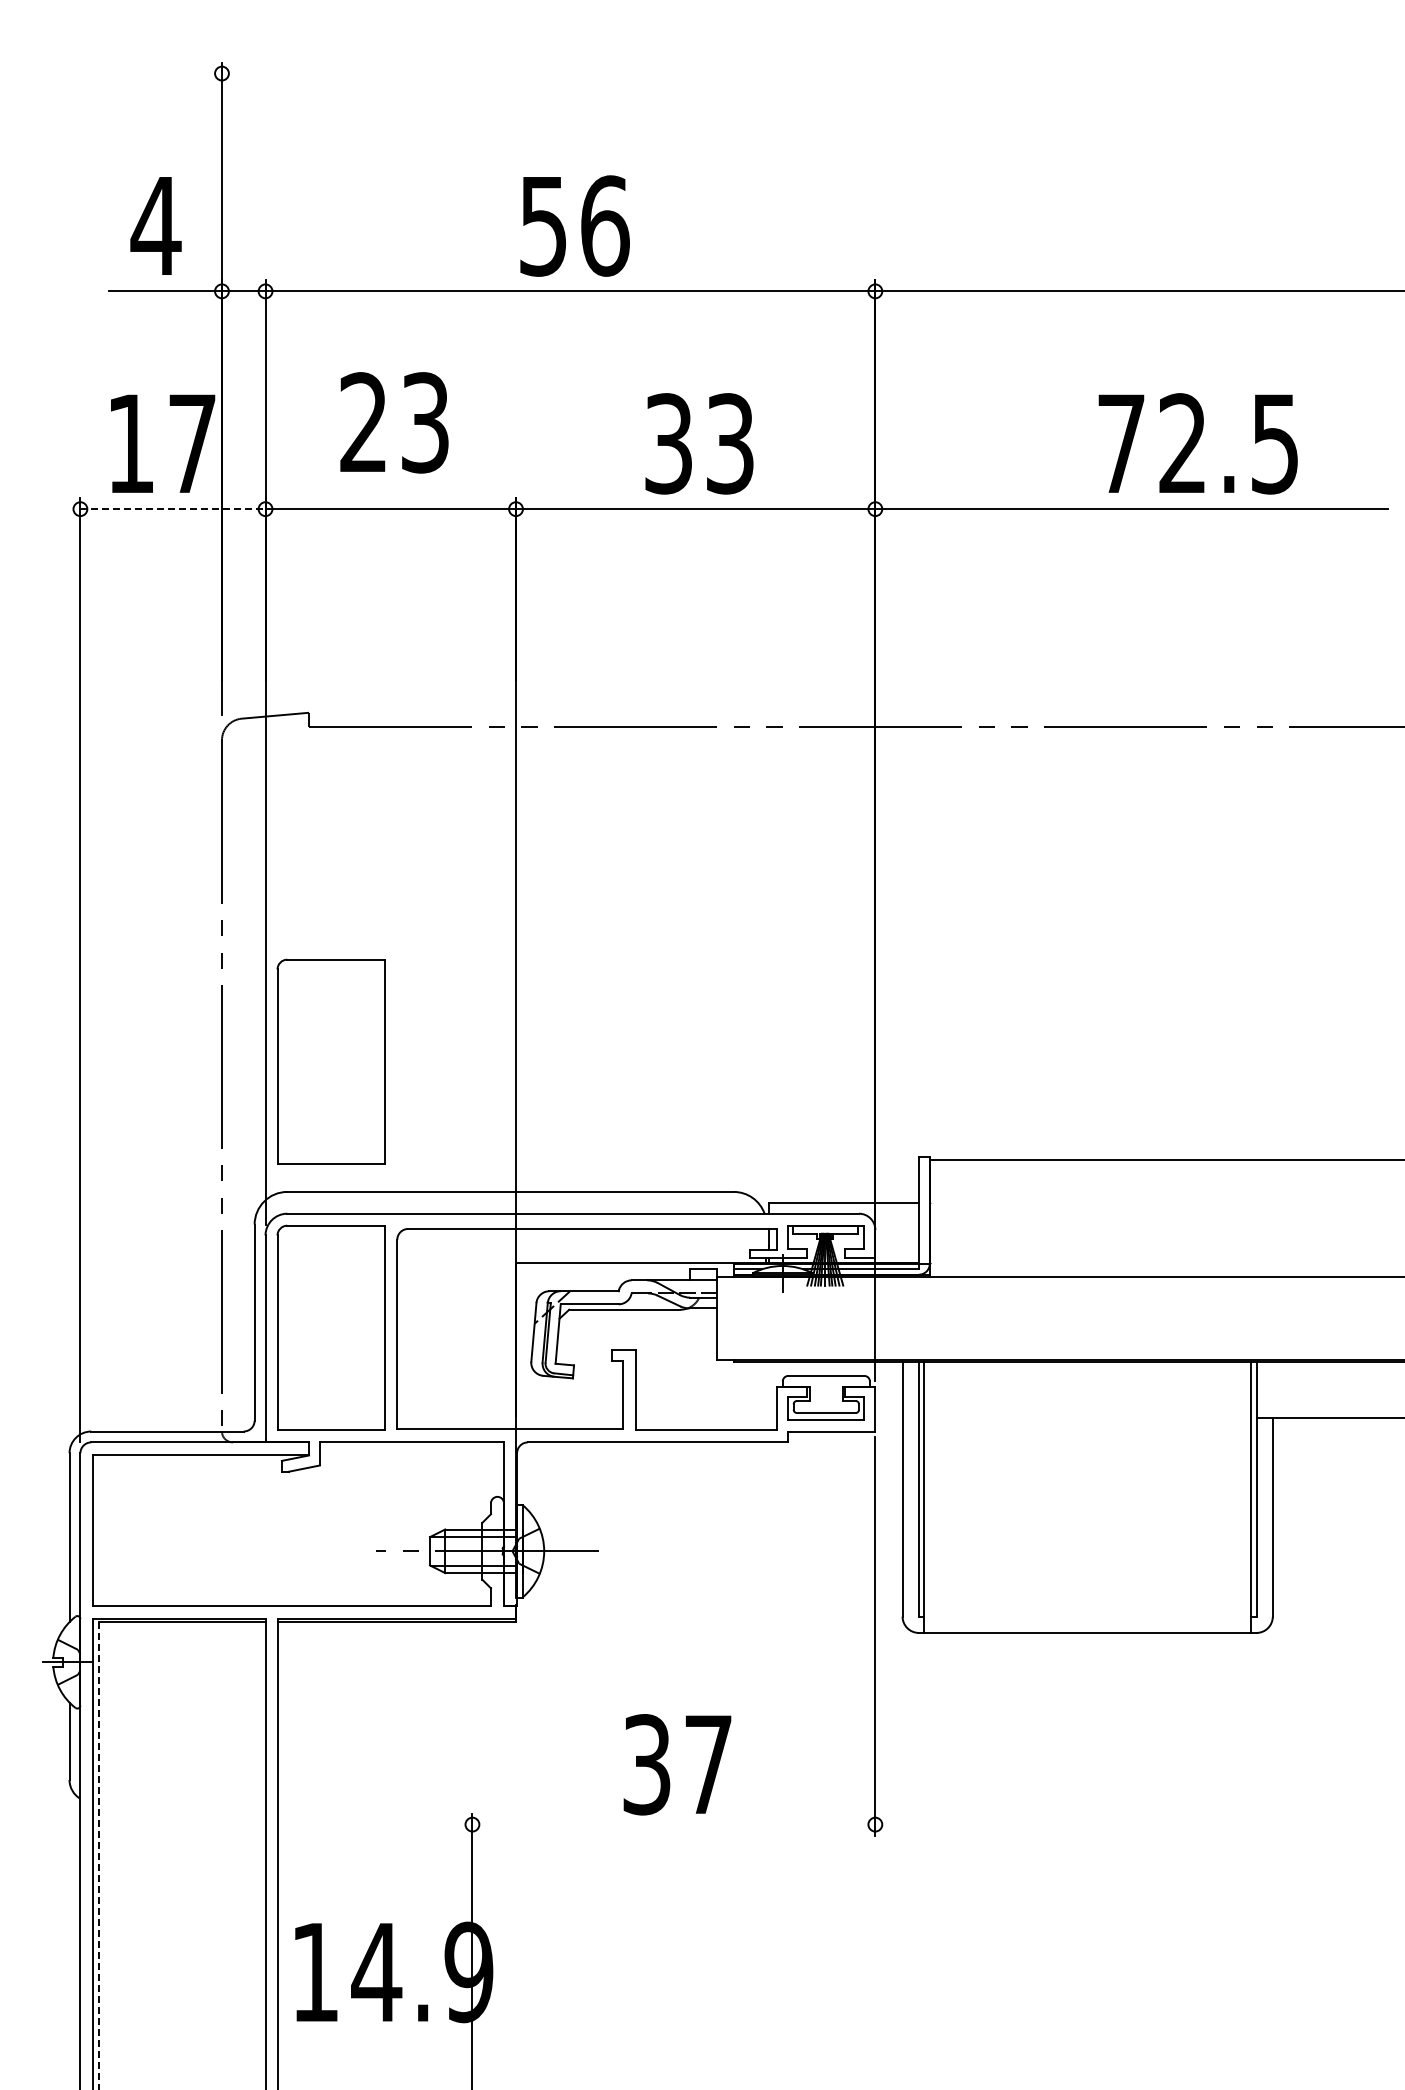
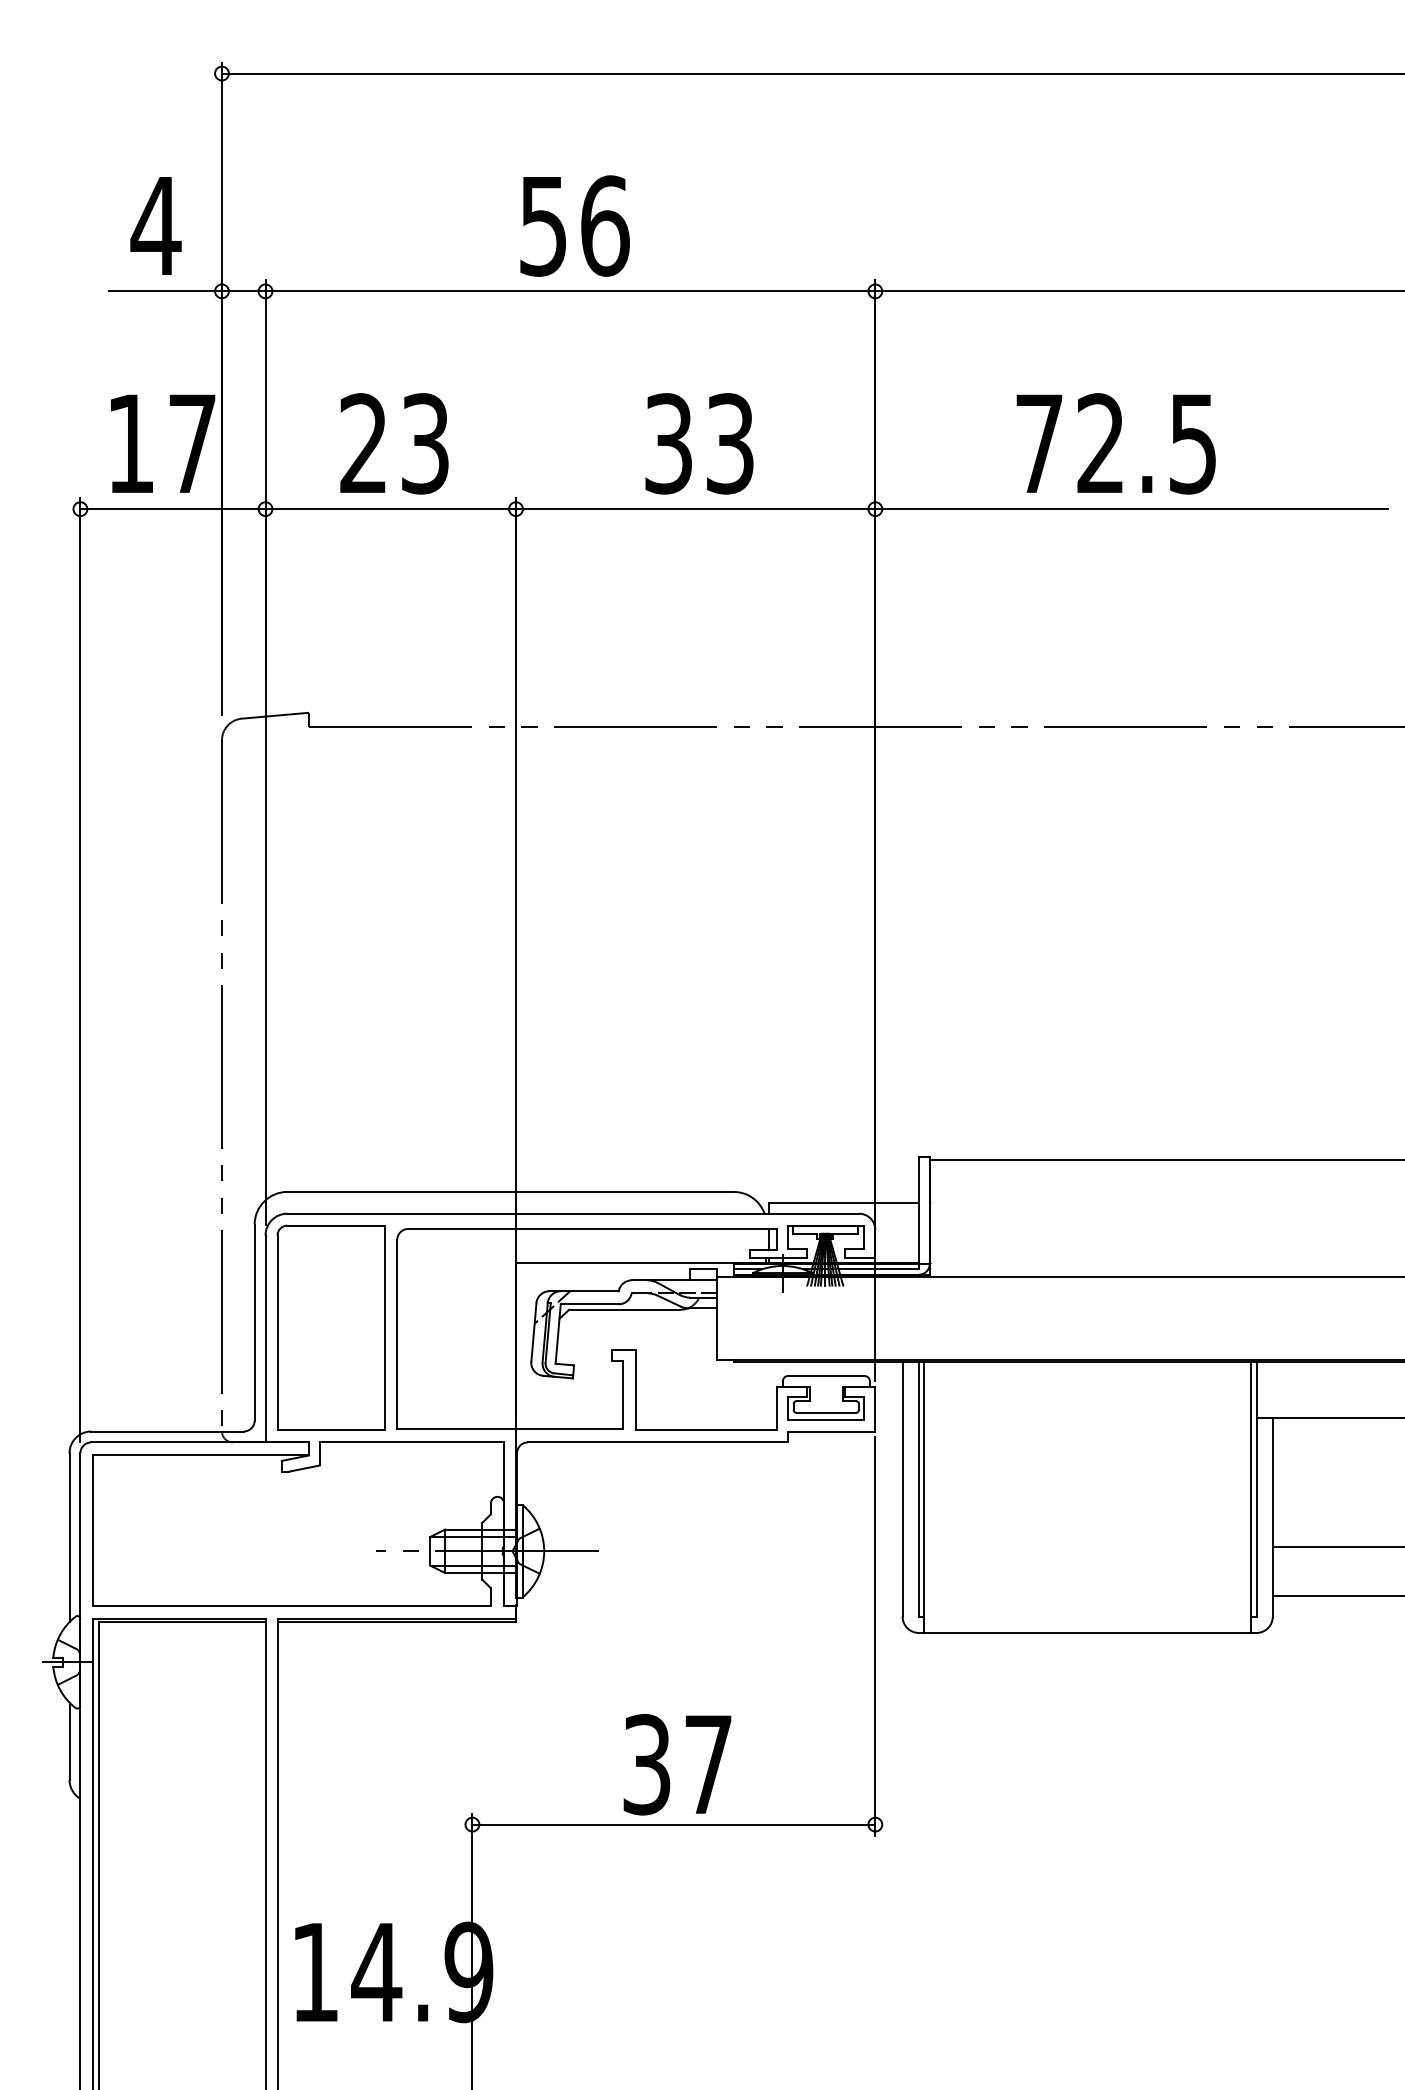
line at (811, 73): none -> present
text at (394, 422) position: (394, 422) -> (394, 443)
text at (1197, 443) position: (1197, 443) -> (1115, 443)
line at (172, 509): dashed -> solid
part at (330, 1061): present -> none
line at (1336, 1546): none -> present
line at (1336, 1595): none -> present
line at (673, 1824): none -> present
line at (98, 1856): dashed -> solid
